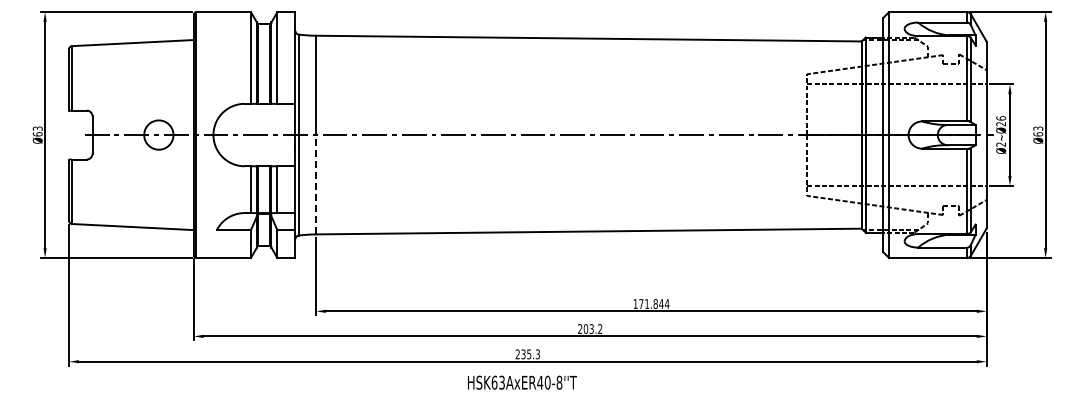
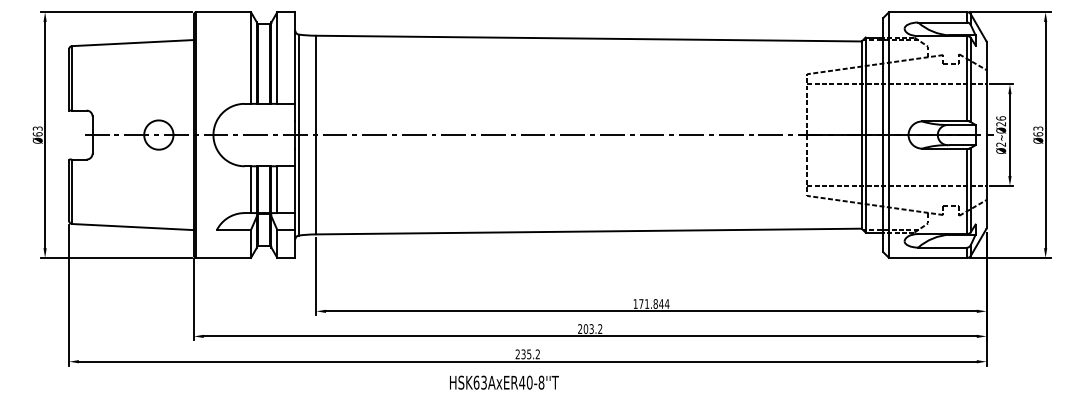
line at (316, 184): dashed -> solid
text at (537, 354): 235.3 -> 235.2
text at (522, 382) position: (522, 382) -> (504, 382)
